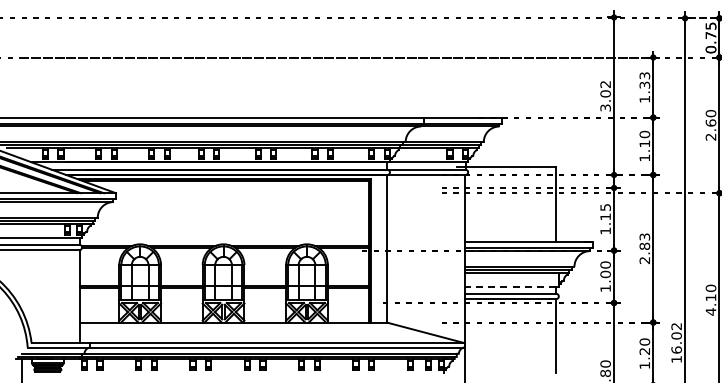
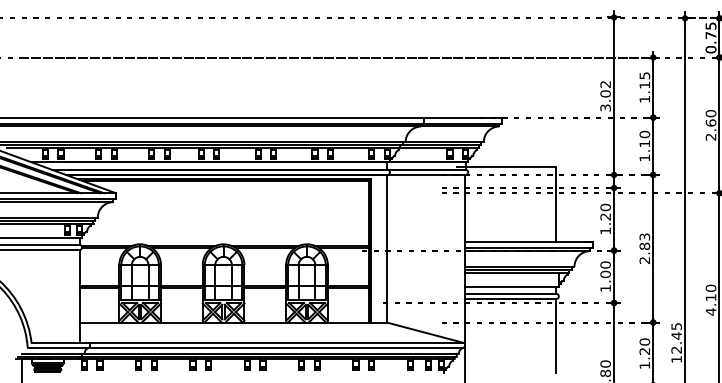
text at (644, 80): 1.33 -> 1.15
text at (605, 211): 1.15 -> 1.20
line at (510, 286): dashed -> solid
text at (676, 338): 16.02 -> 12.45
